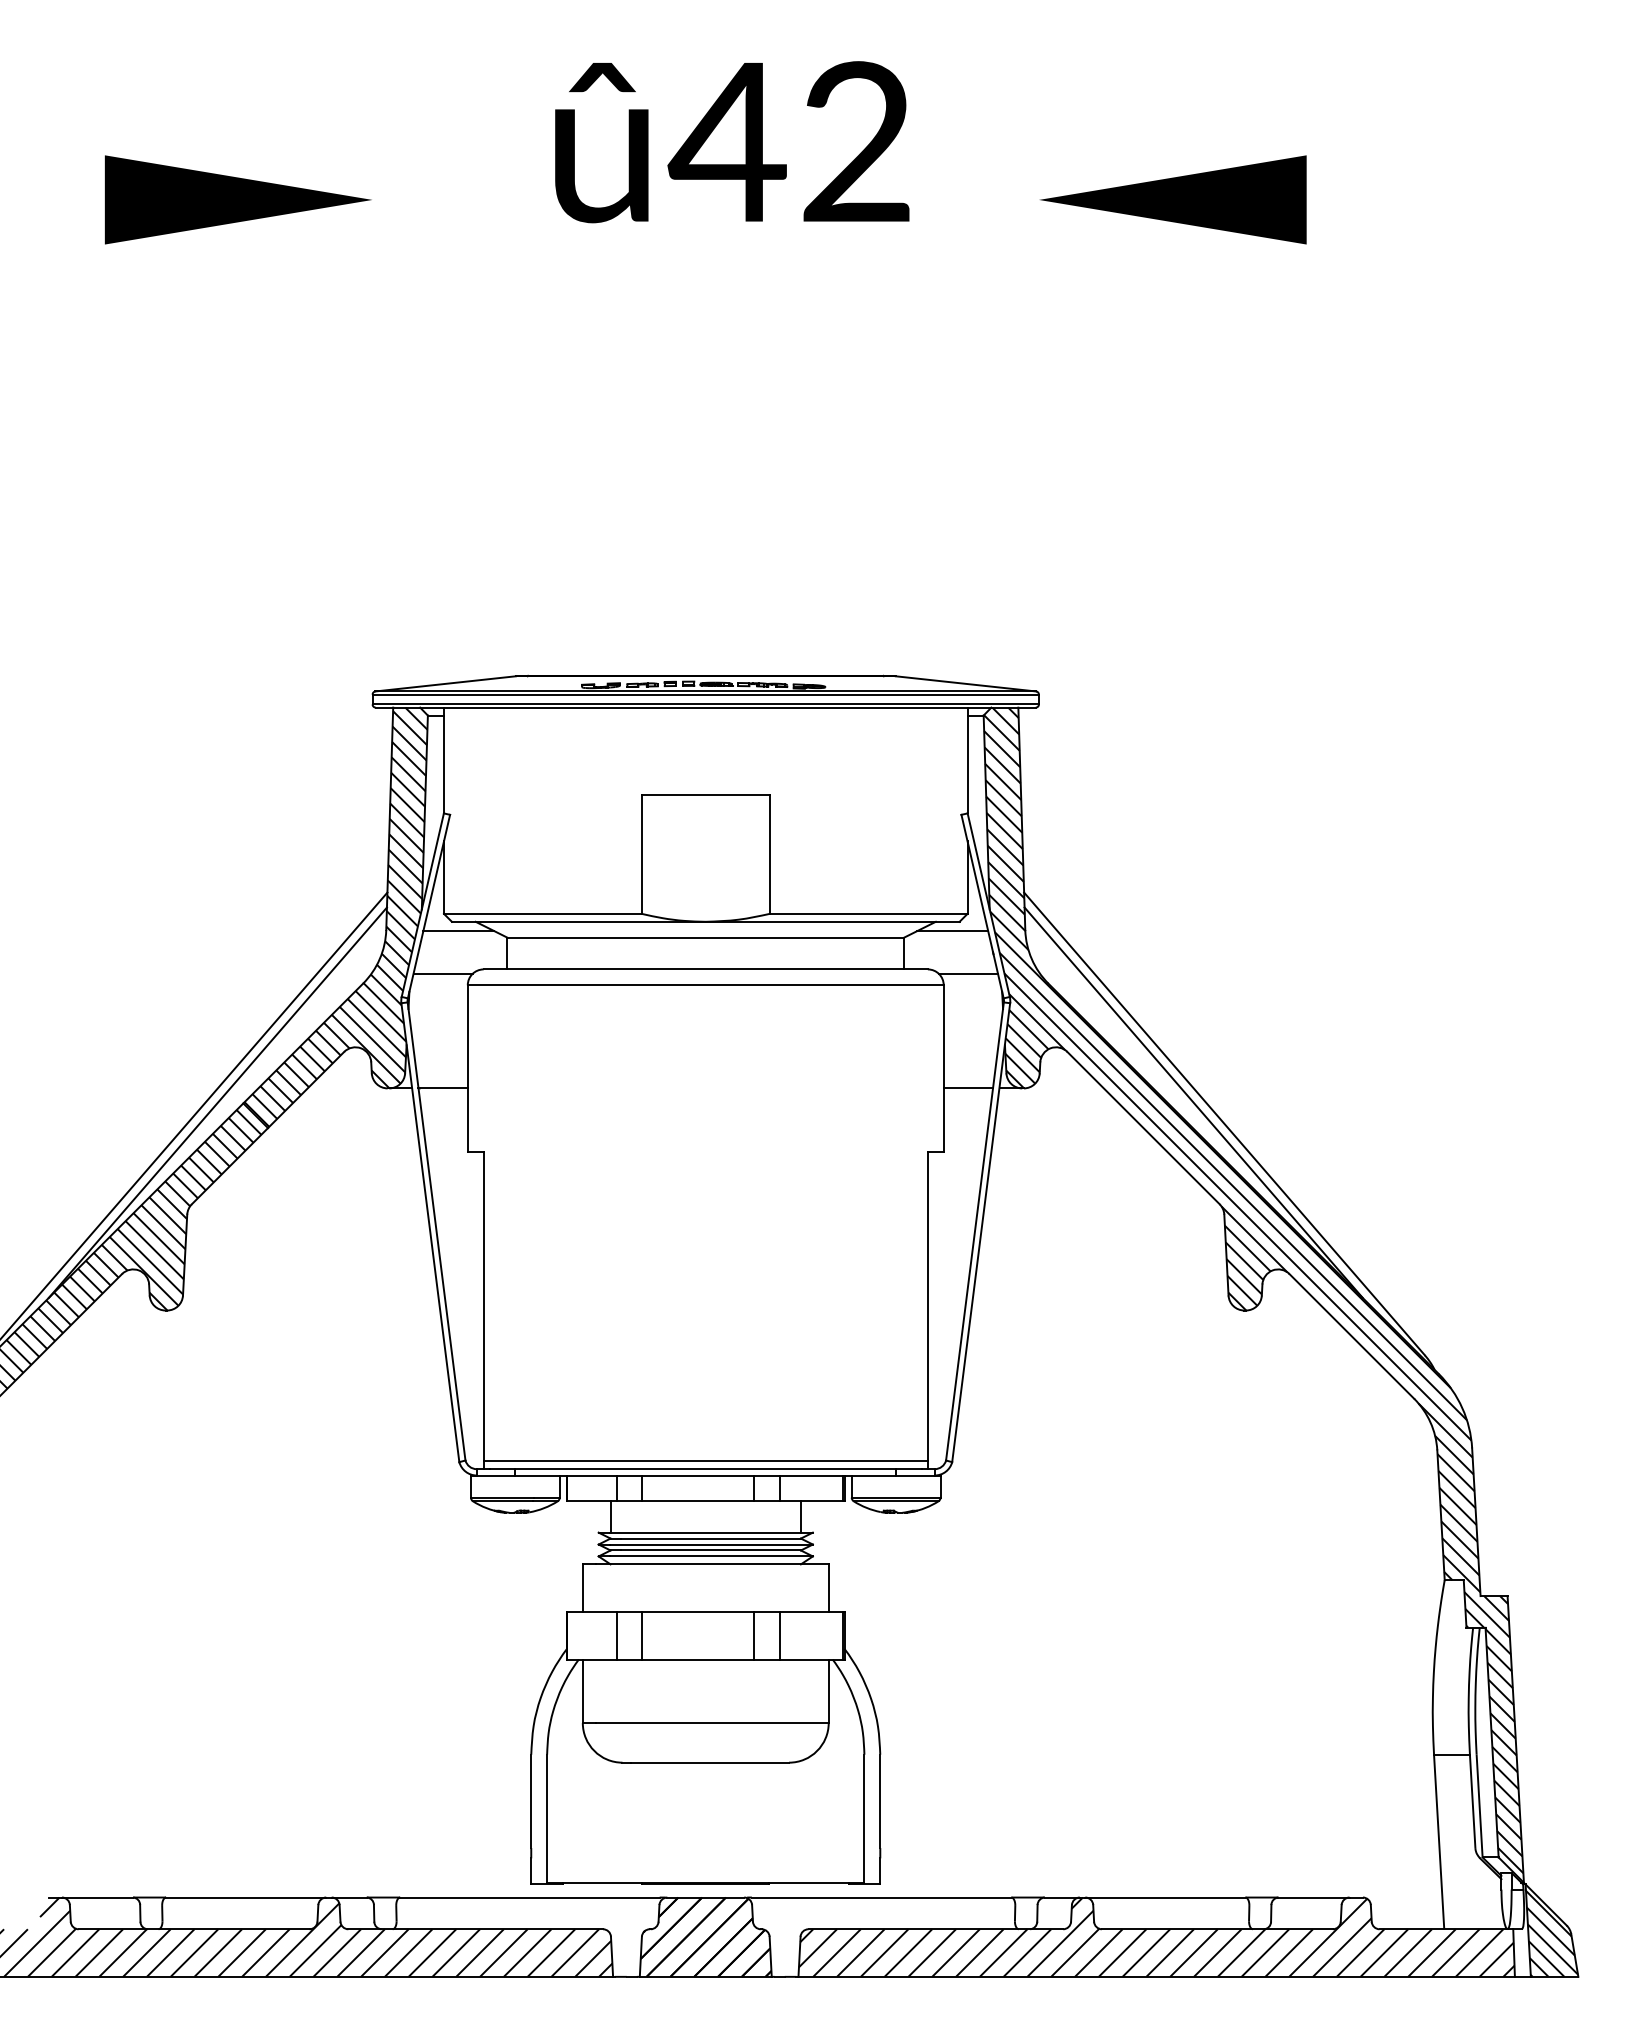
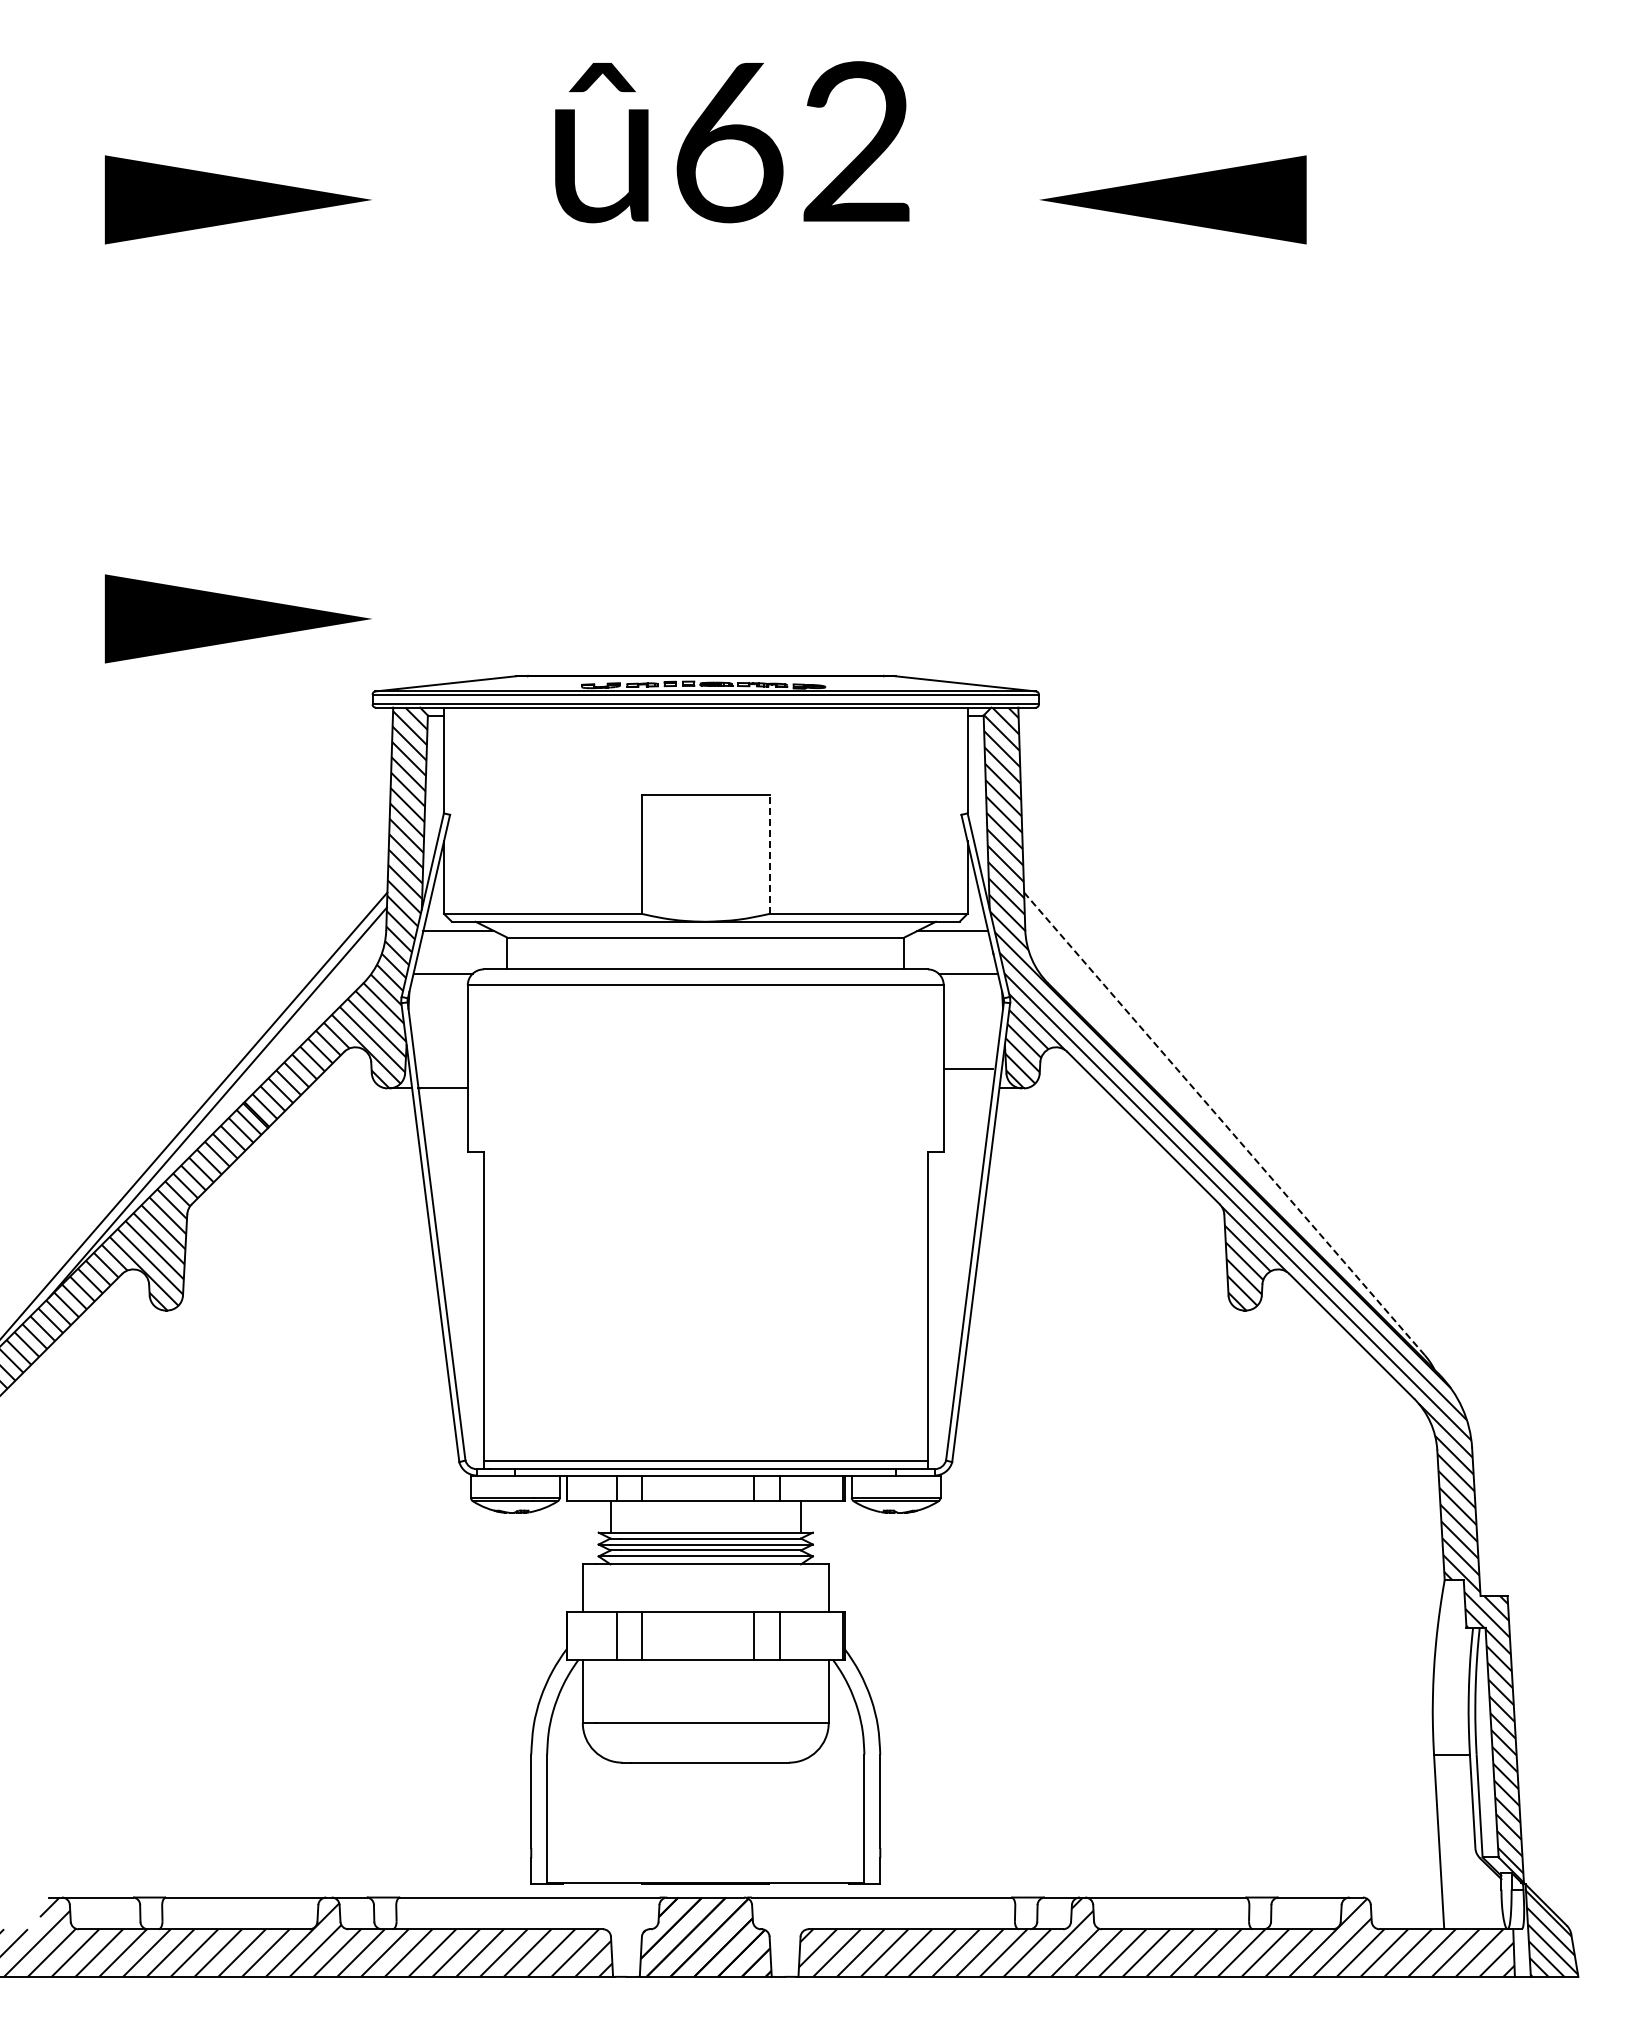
text at (726, 142): 42 -> 62
part at (237, 618): none -> present
line at (769, 853): solid -> dashed
line at (968, 1088) position: (968, 1088) -> (968, 1069)
line at (1193, 1102): present -> none
line at (1224, 1123): solid -> dashed
